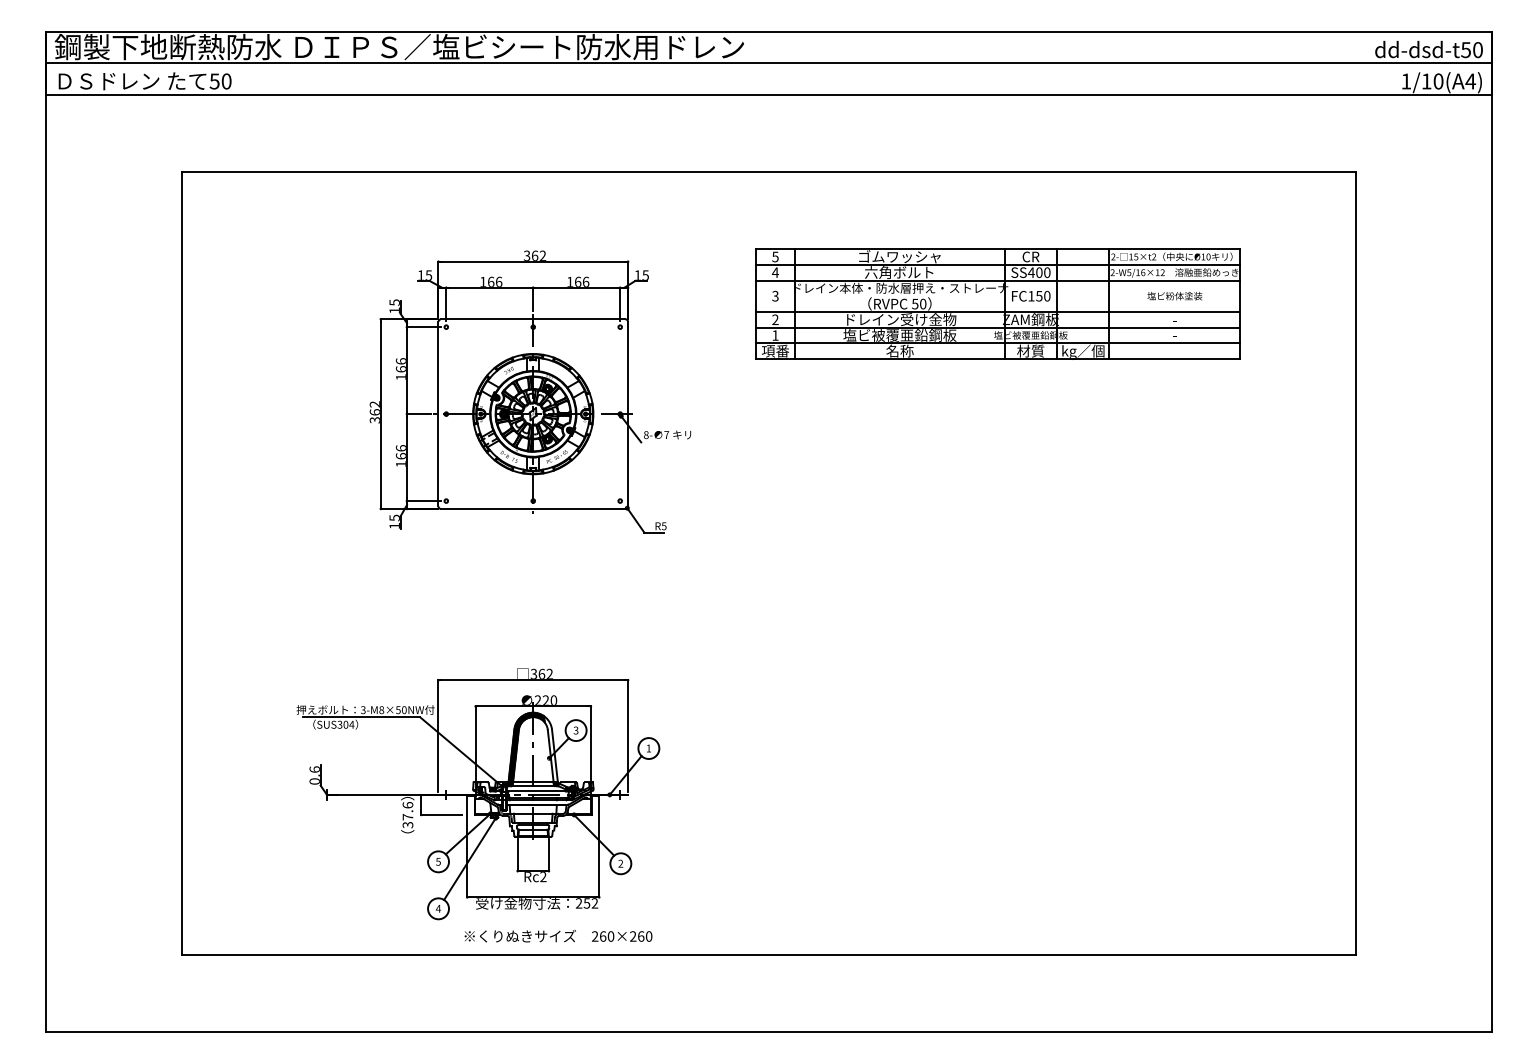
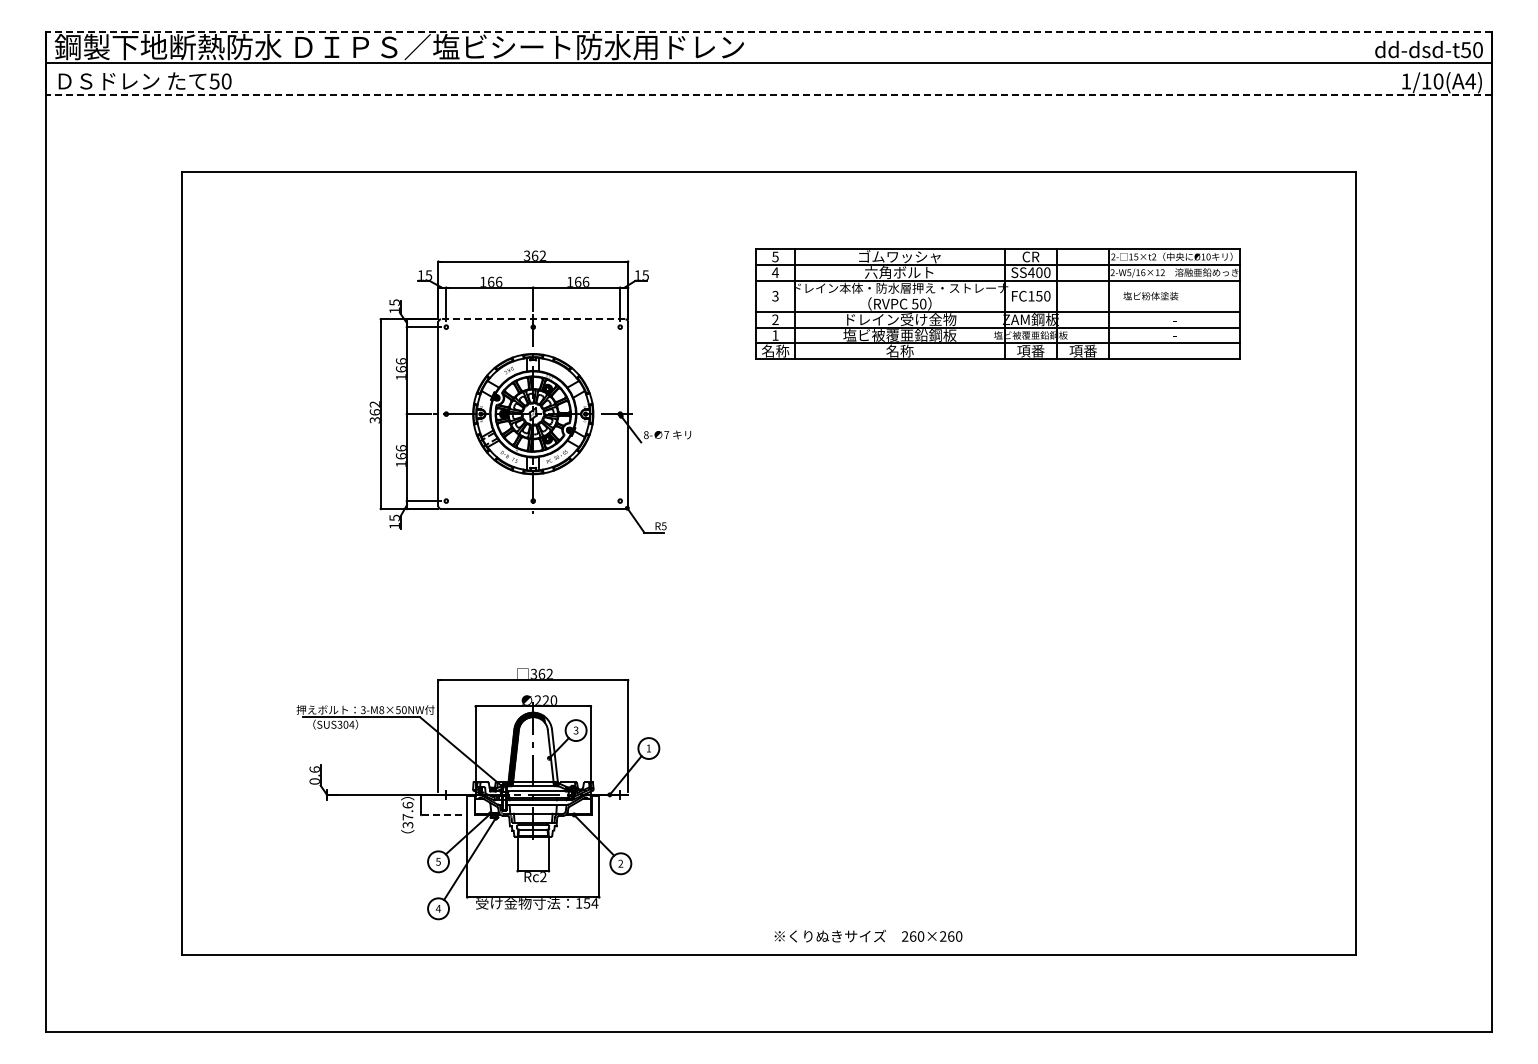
line at (769, 31): solid -> dashed
line at (769, 94): solid -> dashed
text at (1174, 296) position: (1174, 296) -> (1150, 296)
line at (532, 319): solid -> dashed
text at (775, 350): 項番 -> 名称
text at (1030, 350): 材質 -> 項番
text at (1083, 350): kg／個 -> 項番
line at (441, 814): solid -> dashed
text at (586, 903): 252 -> 154
text at (558, 936) position: (558, 936) -> (868, 936)
